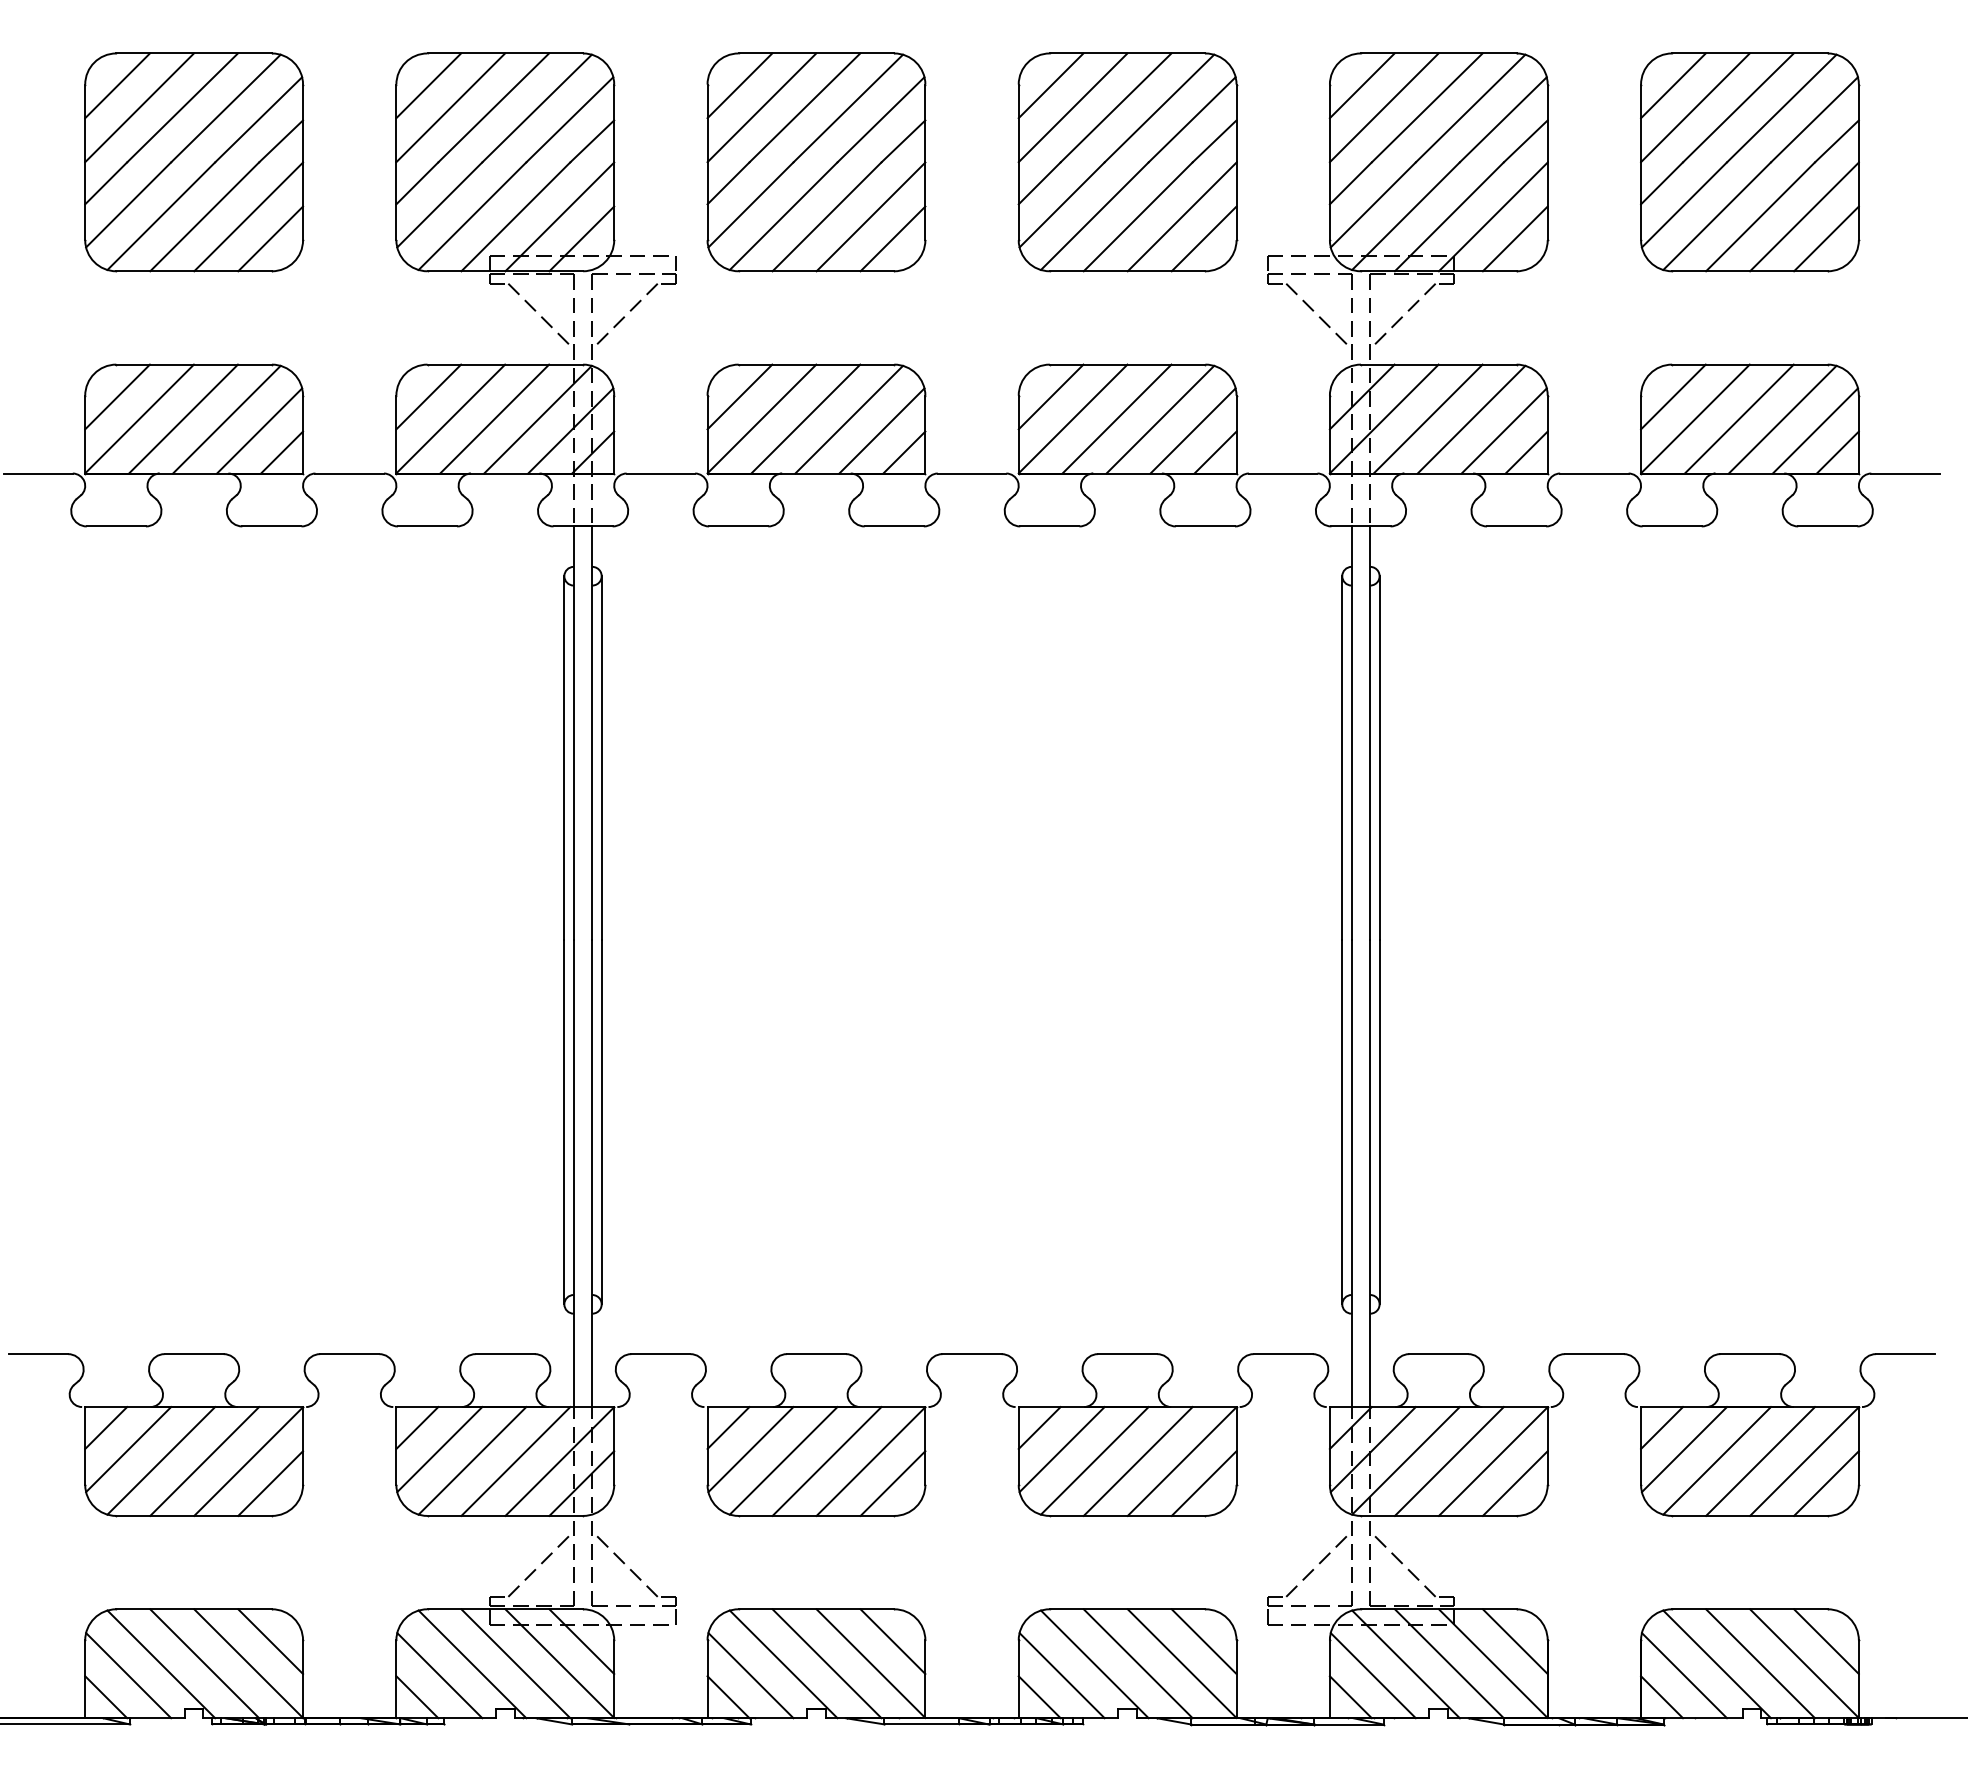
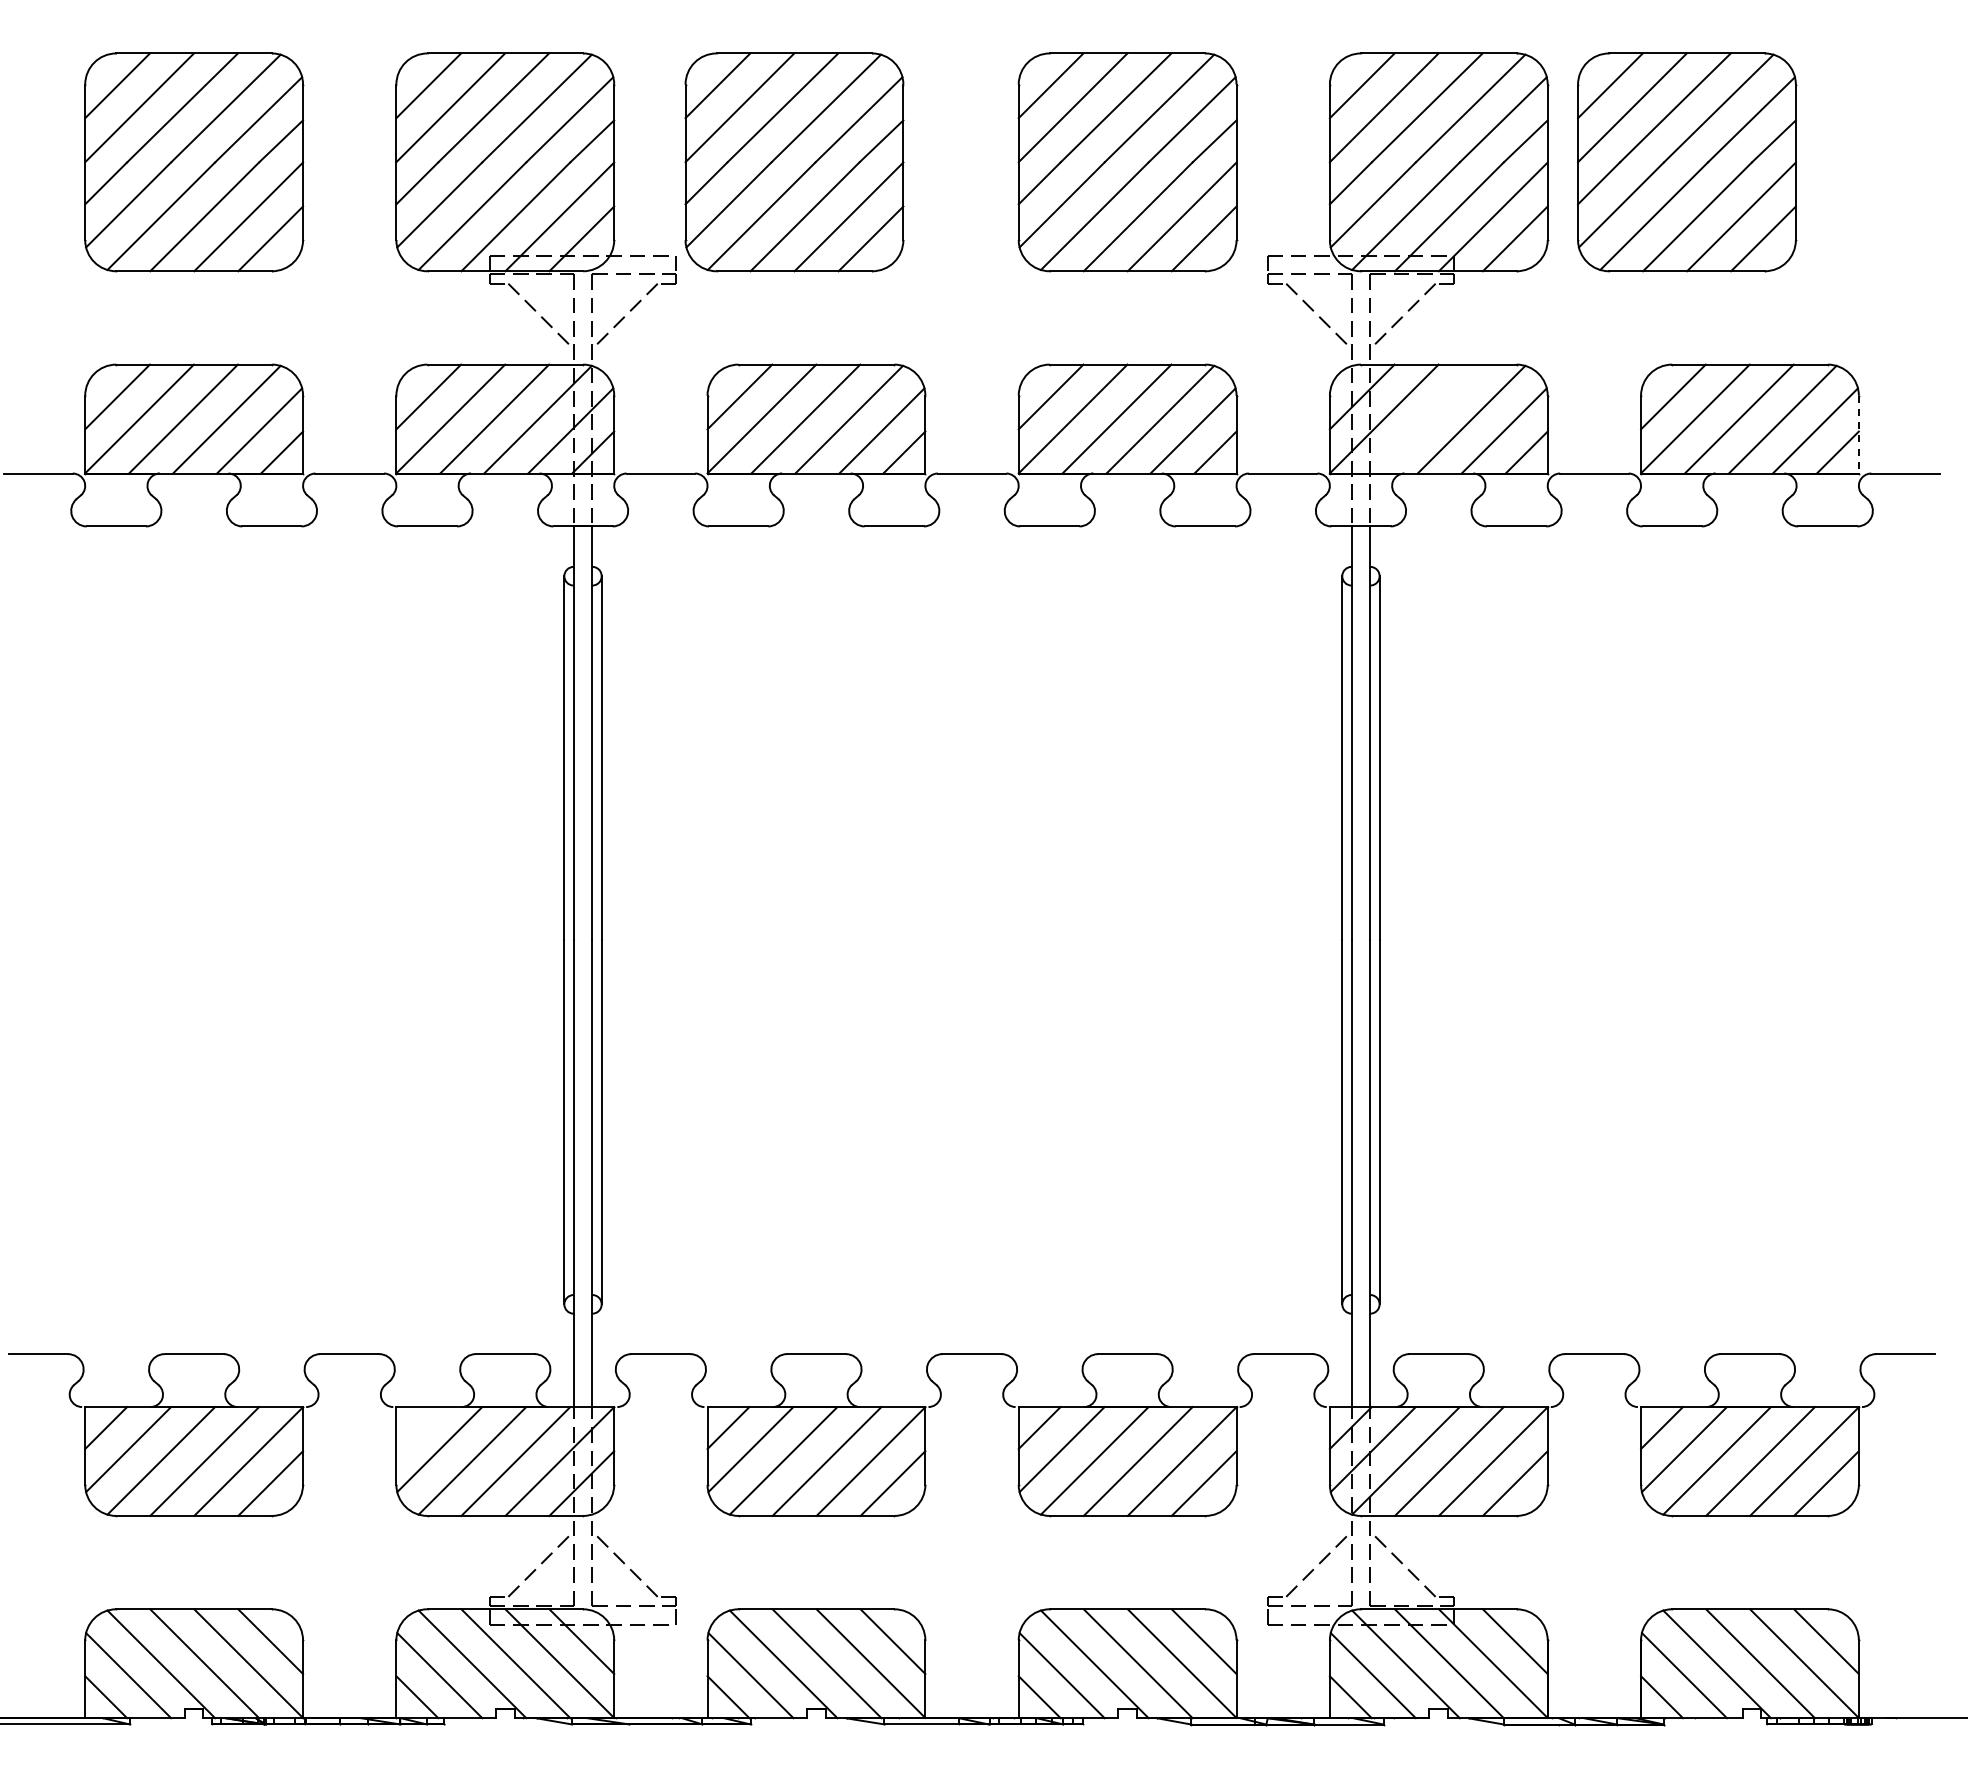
part at (816, 162) position: (816, 162) -> (794, 162)
part at (1750, 162) position: (1750, 162) -> (1687, 162)
line at (1427, 418): present -> none
line at (1858, 434): solid -> dashed
line at (417, 1427): present -> none
